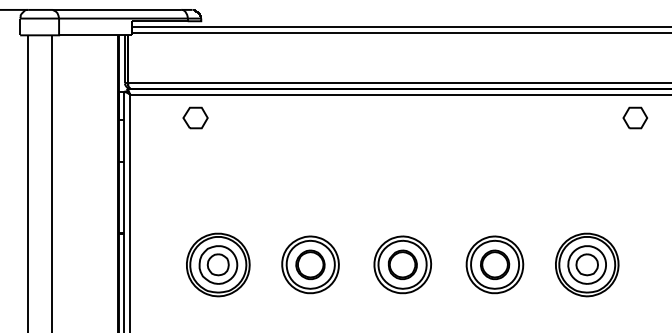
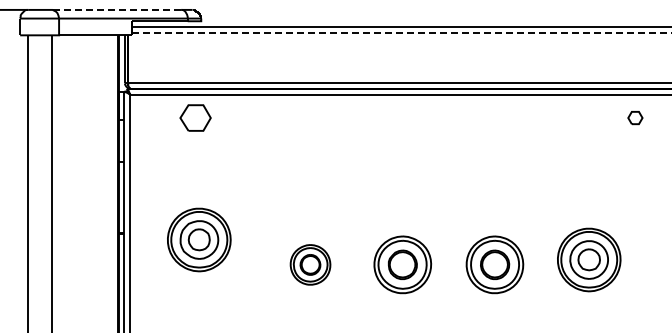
line at (117, 9): solid -> dashed
line at (401, 32): solid -> dashed
part at (195, 117) size: 27x24 px -> 33x28 px
part at (635, 117) size: 27x24 px -> 17x15 px
part at (218, 264) position: (218, 264) -> (199, 239)
part at (310, 264) size: 59x60 px -> 43x42 px
part at (587, 264) position: (587, 264) -> (589, 259)
